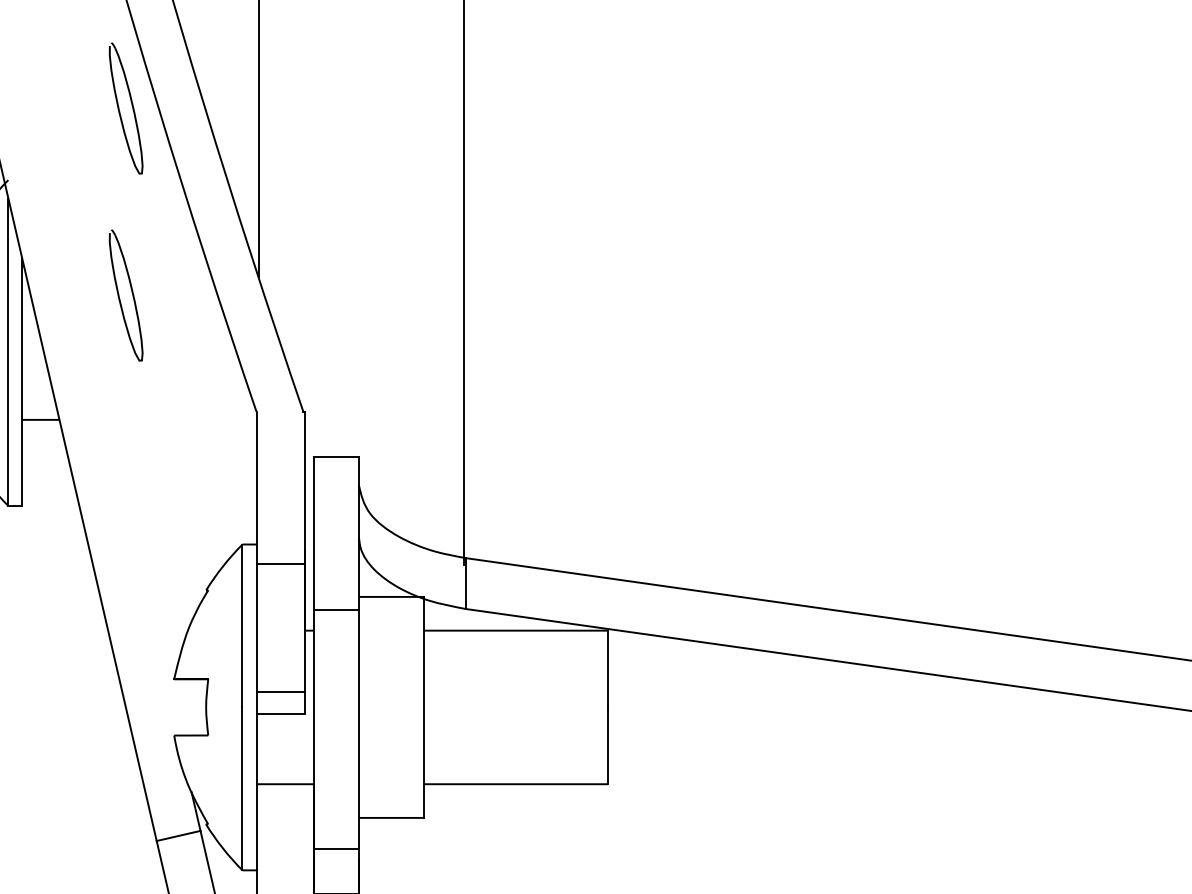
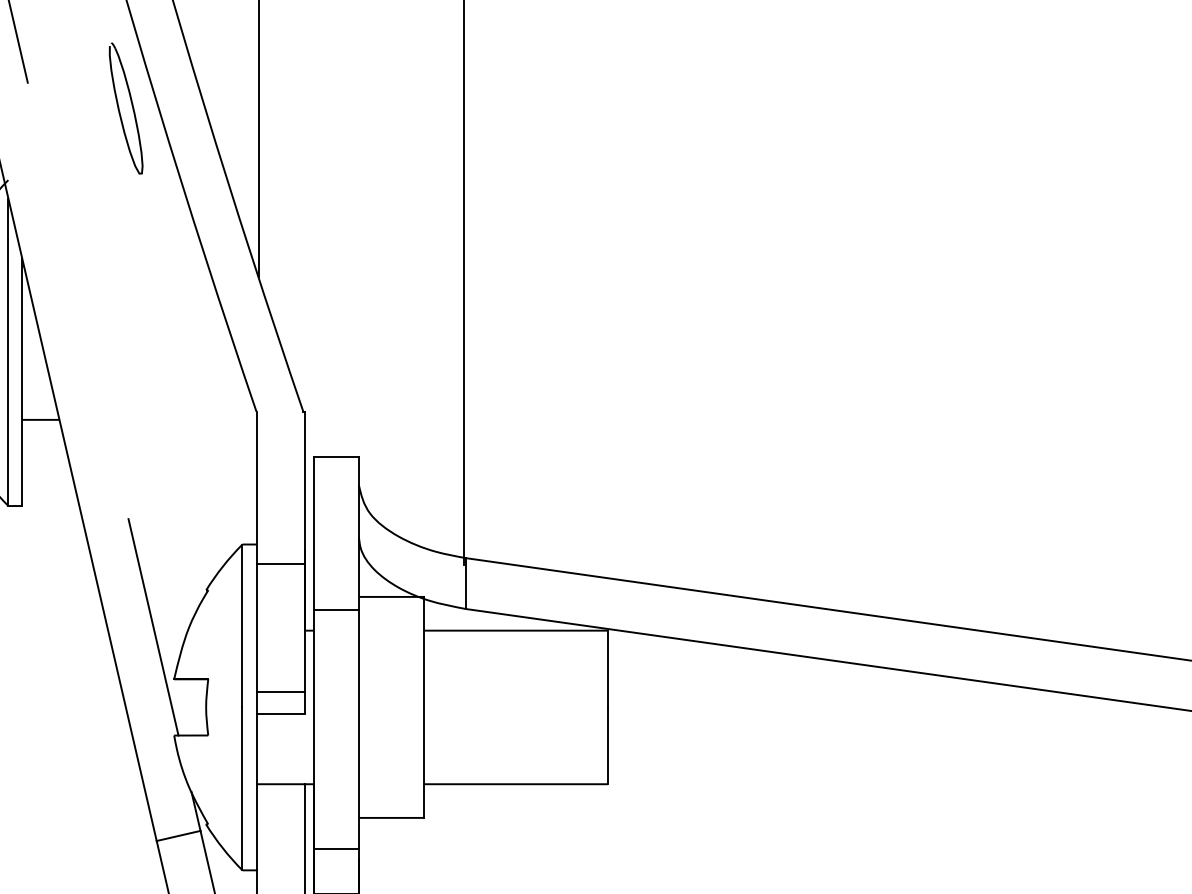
line at (18, 42): none -> present
part at (125, 295): present -> none
line at (153, 627): none -> present
line at (304, 837): none -> present
